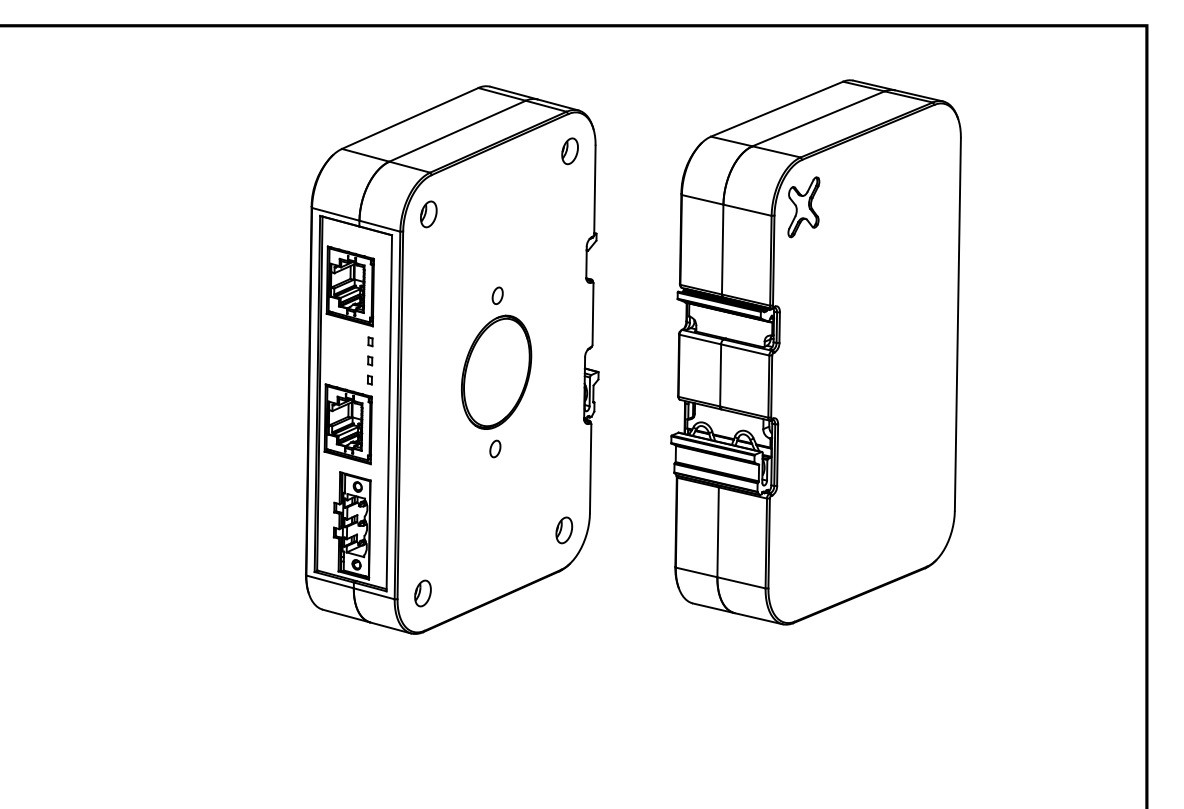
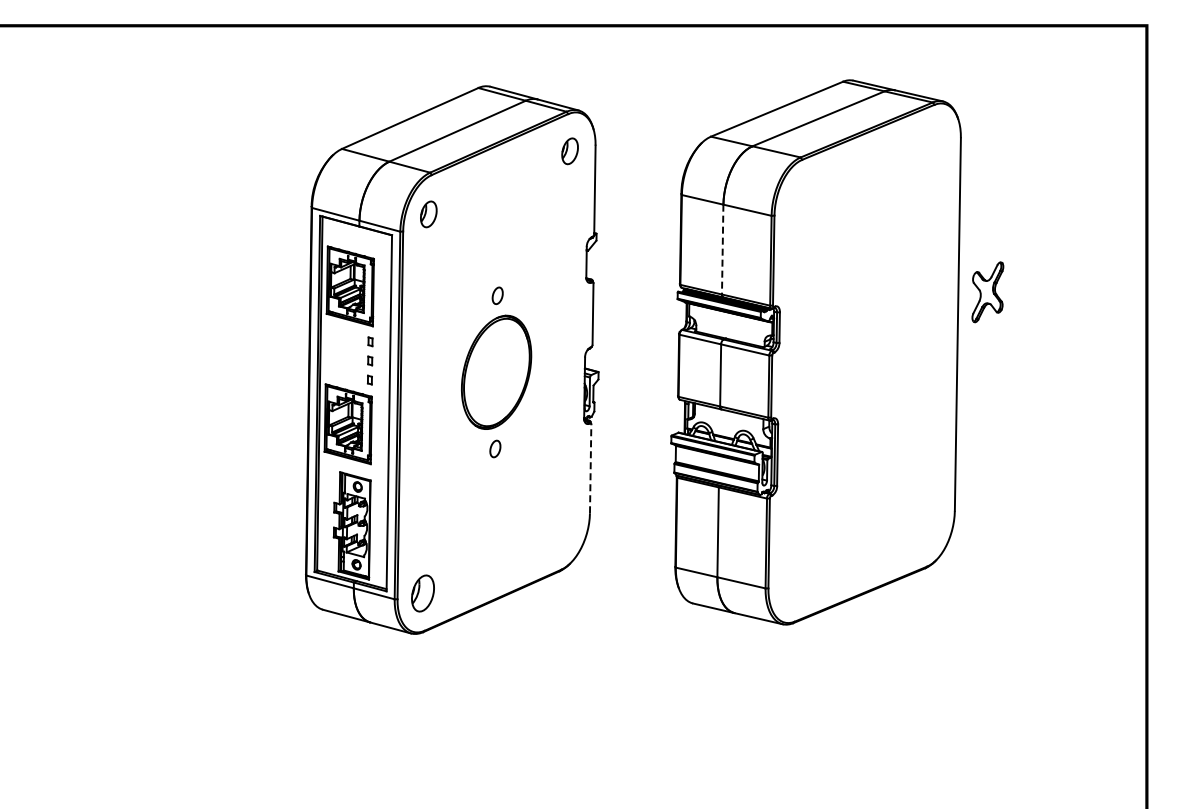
part at (803, 207) position: (803, 207) -> (987, 292)
line at (722, 249): solid -> dashed
line at (590, 468): solid -> dashed
part at (564, 530): present -> none
part at (422, 593) size: 18x29 px -> 24x39 px
